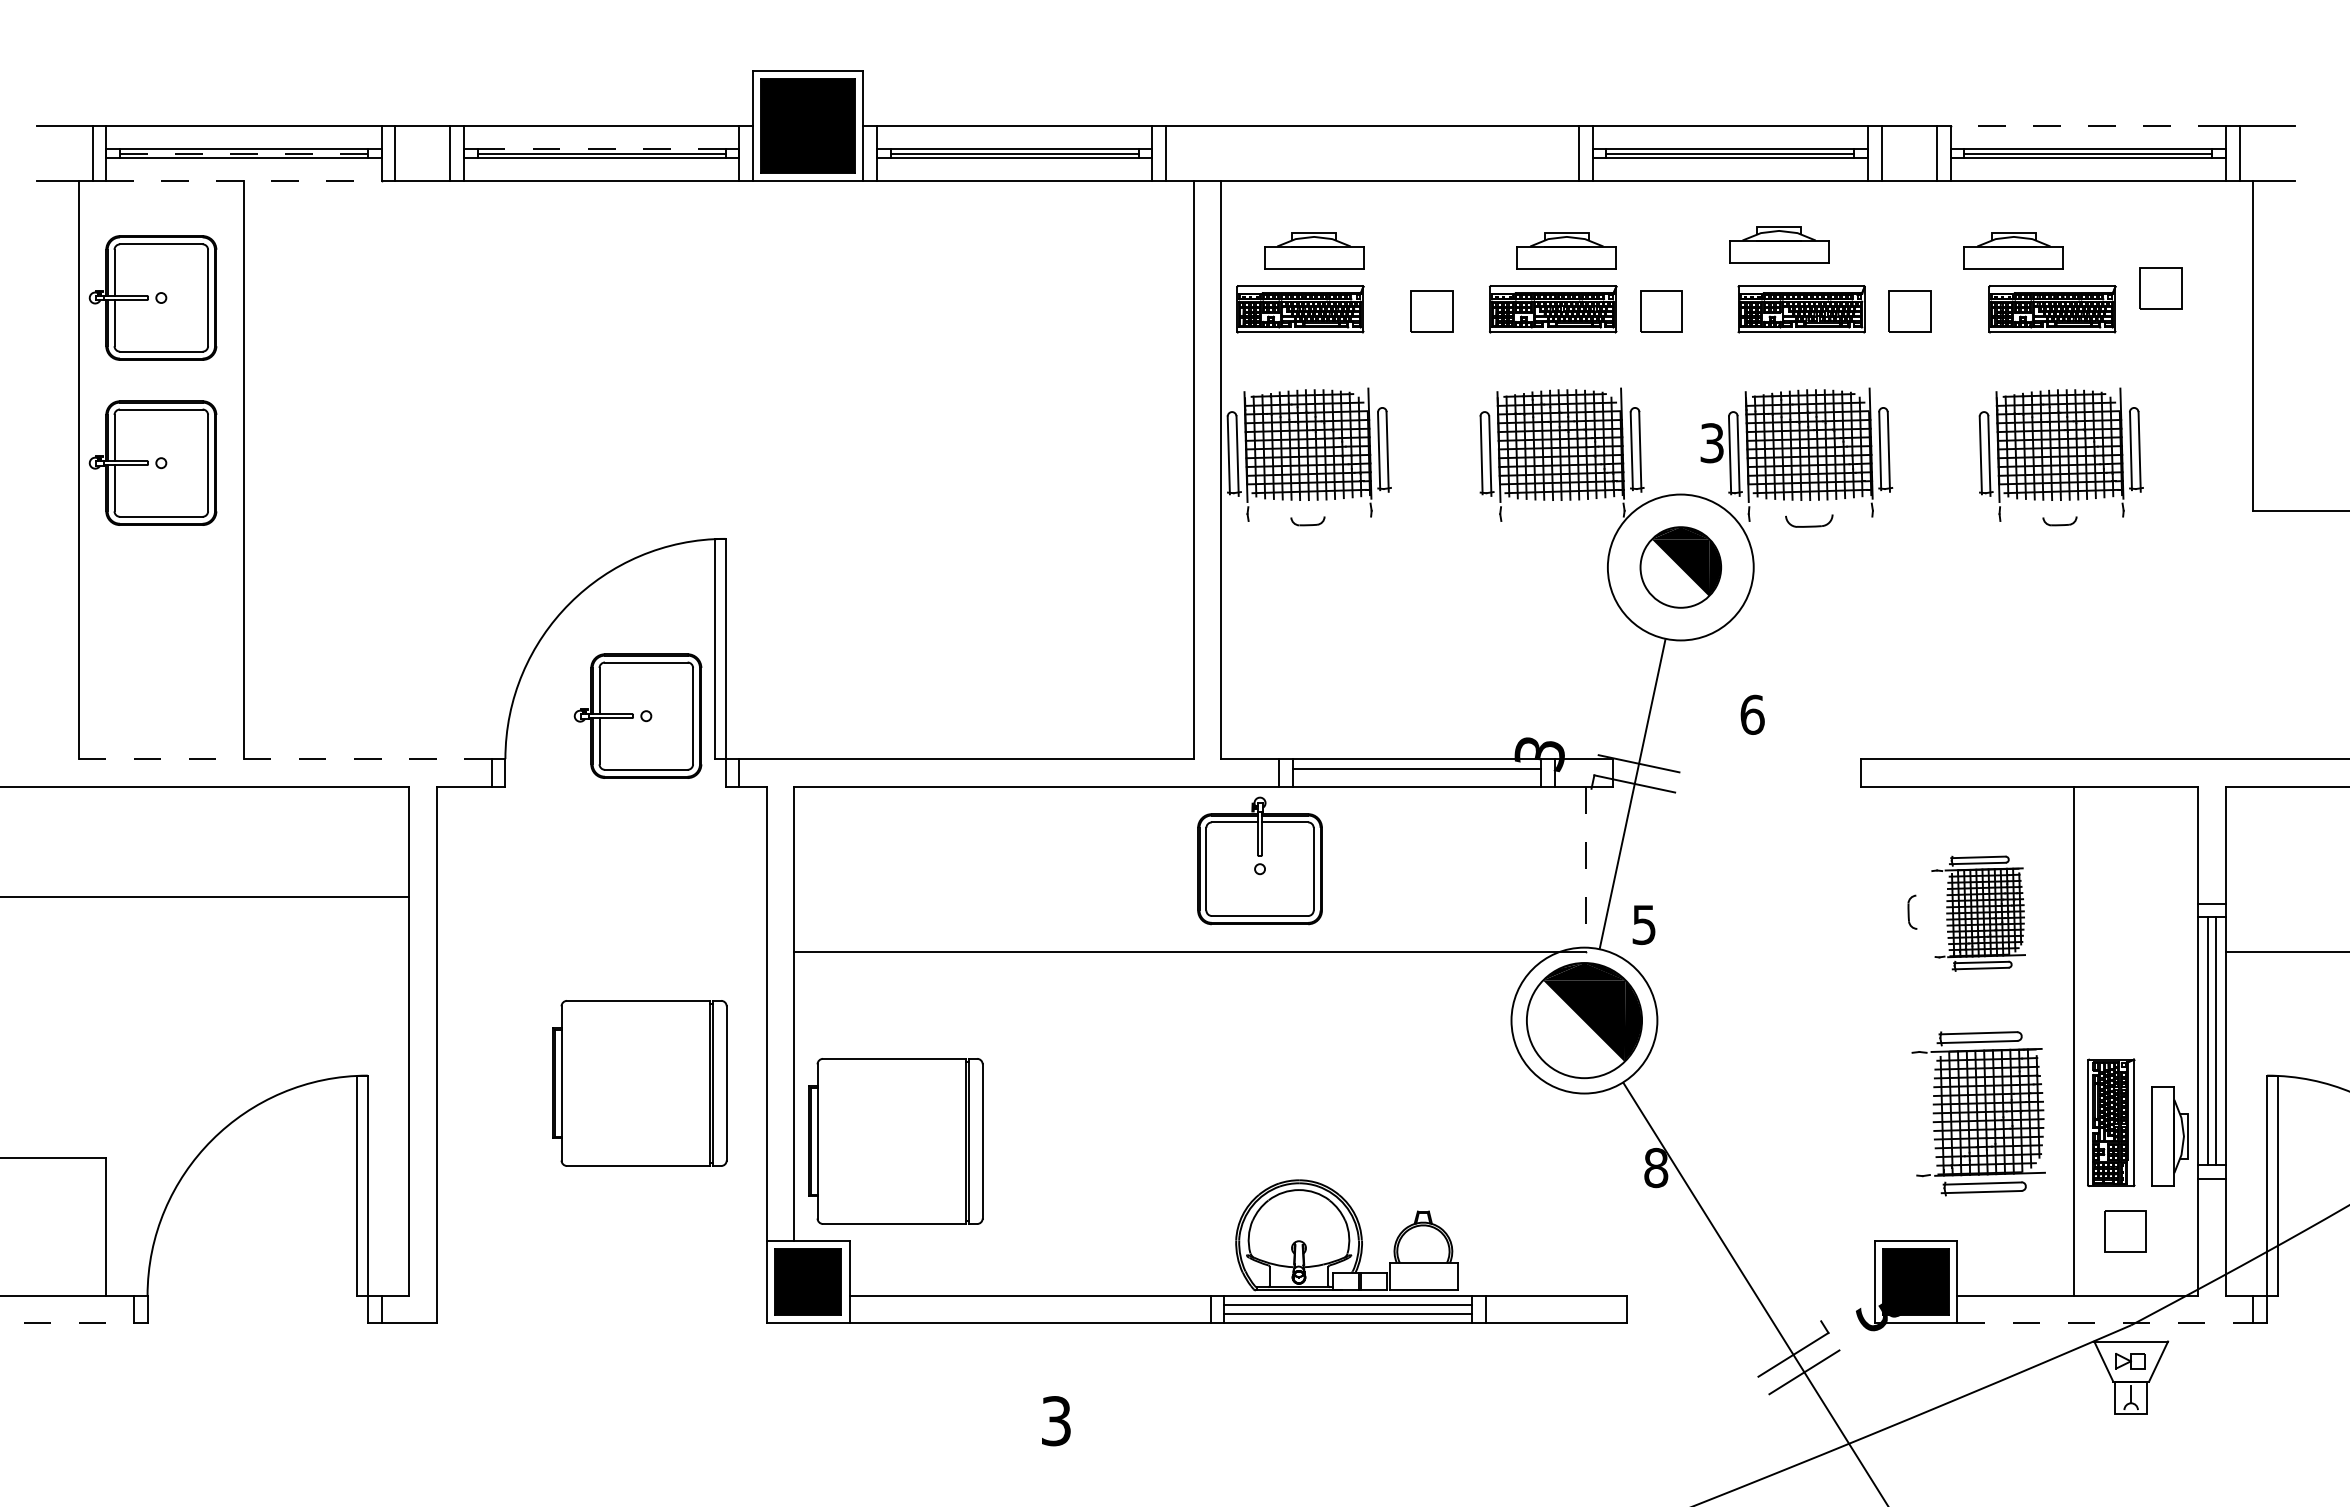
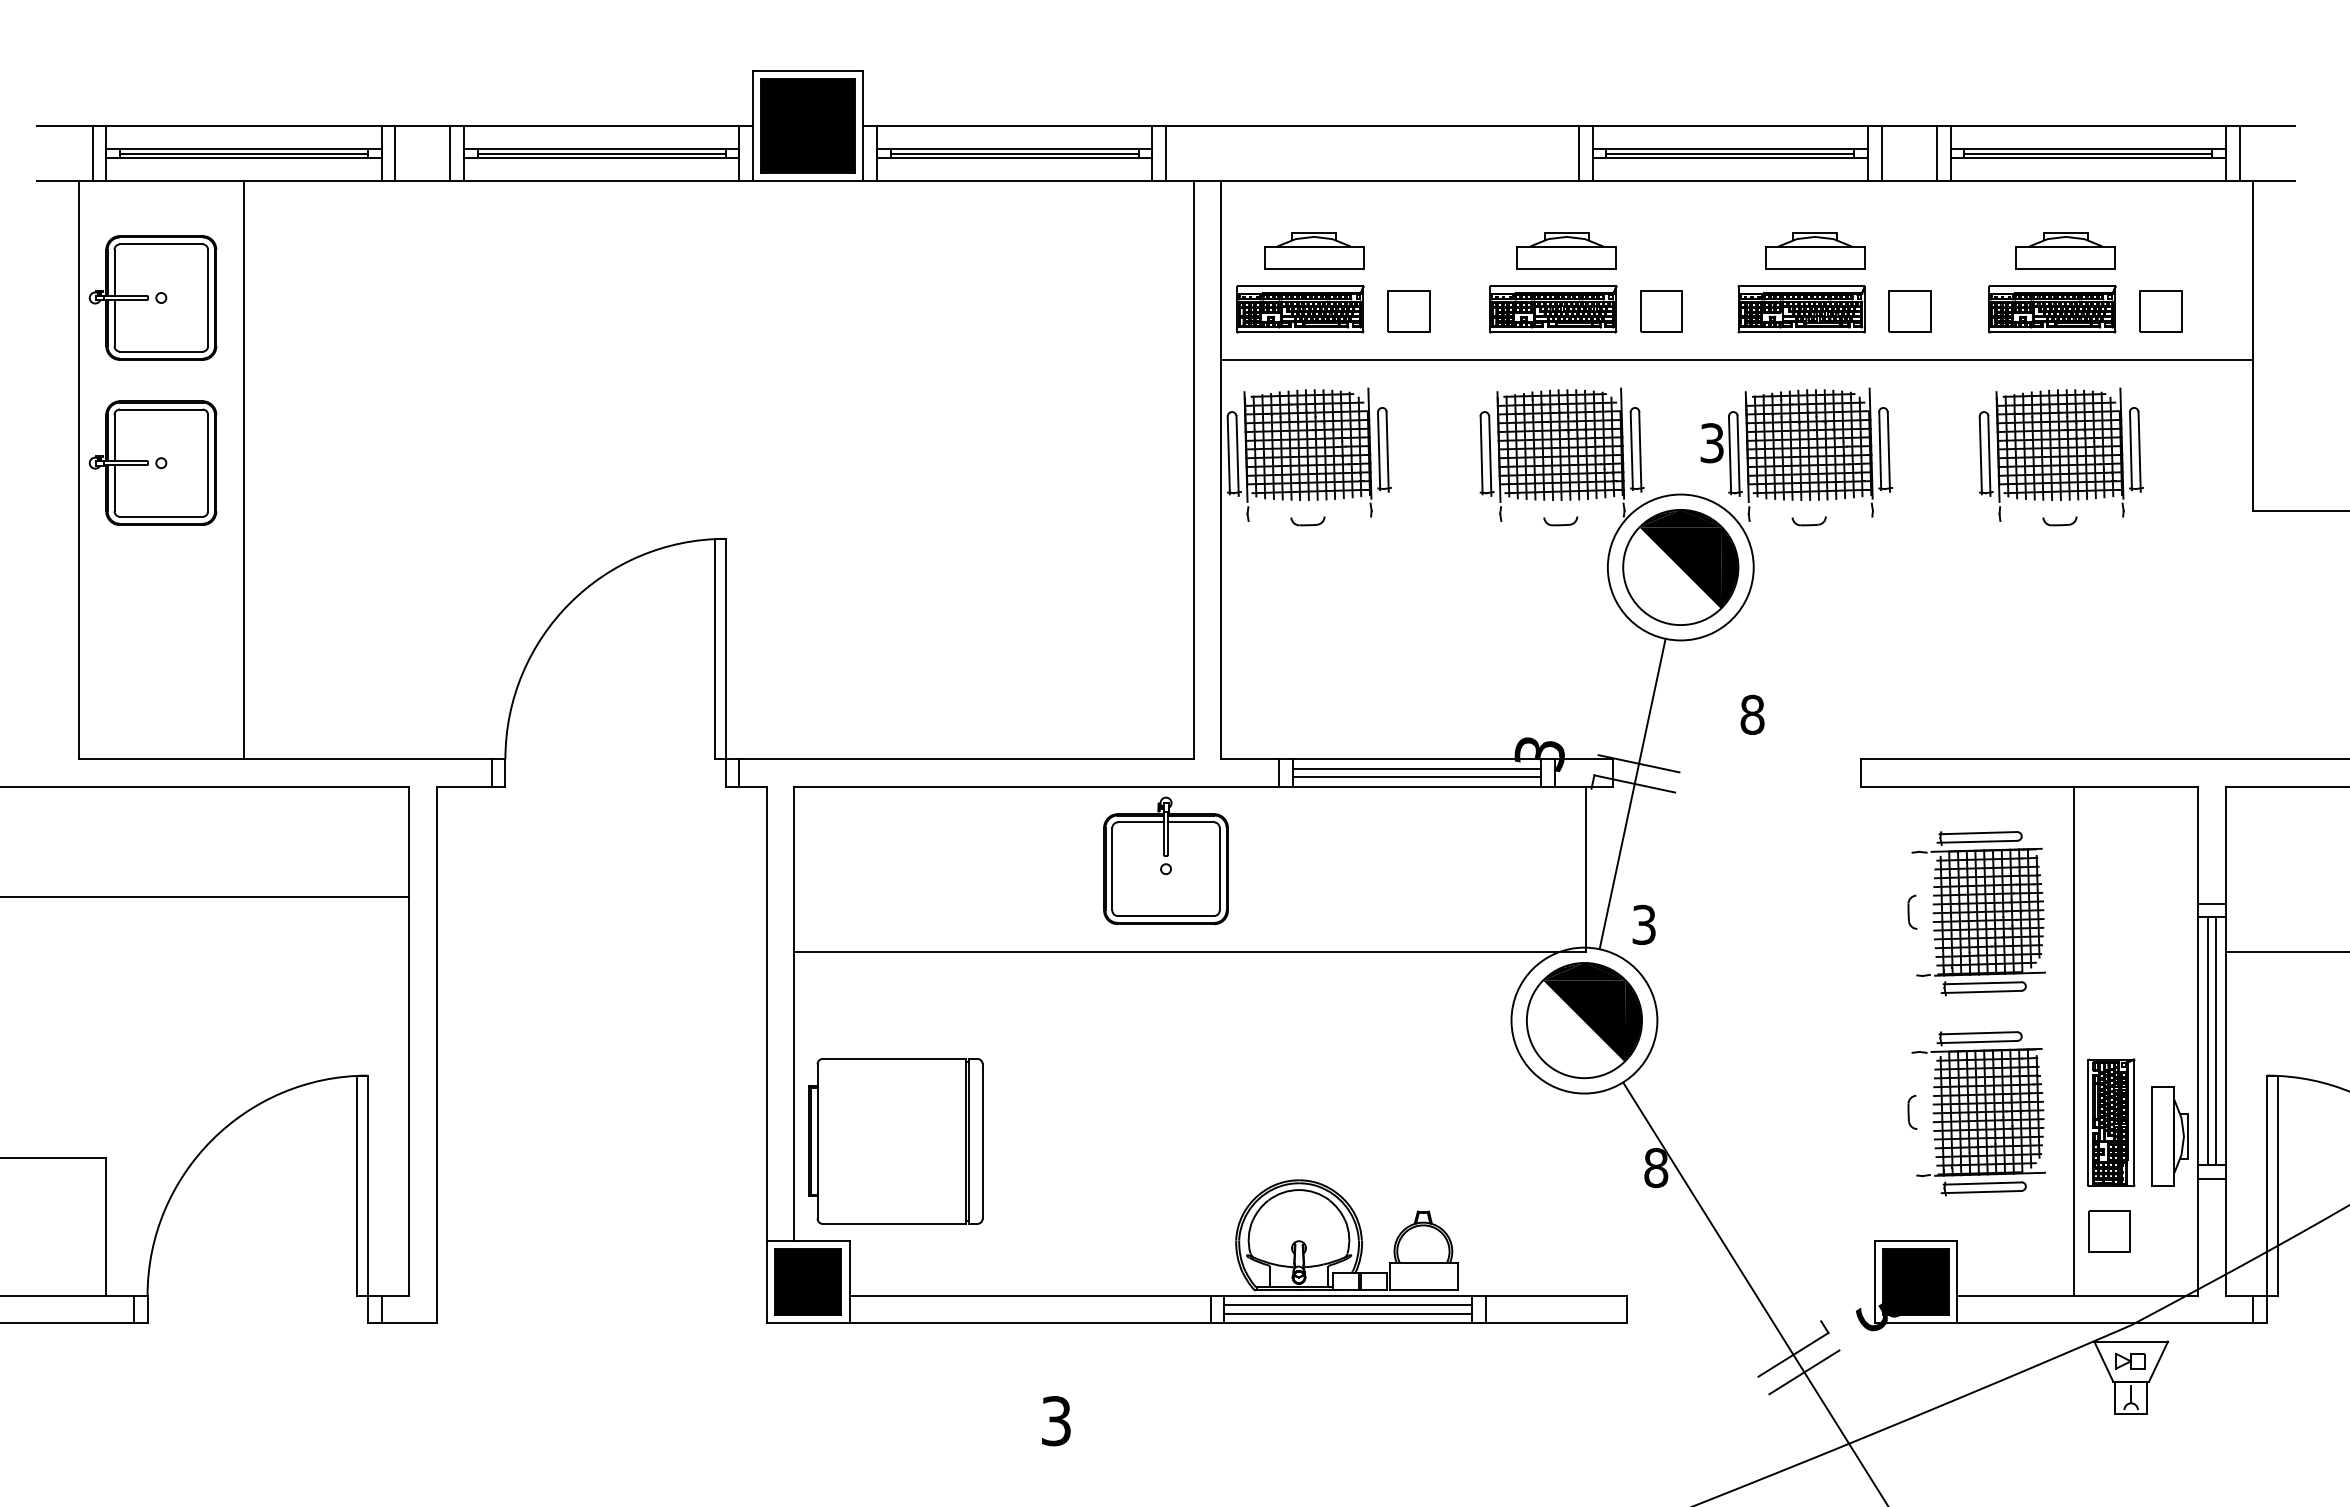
line at (2088, 125): dashed -> solid
line at (601, 149): dashed -> solid
line at (243, 153): dashed -> solid
line at (243, 181): dashed -> solid
part at (1779, 244) position: (1779, 244) -> (1815, 250)
part at (2013, 250) position: (2013, 250) -> (2065, 250)
part at (2160, 288) position: (2160, 288) -> (2160, 311)
part at (1431, 311) position: (1431, 311) -> (1408, 311)
line at (1737, 359): none -> present
part at (1809, 520) size: 49x14 px -> 36x11 px
part at (1560, 521): none -> present
part at (1680, 567) size: 84x83 px -> 118x117 px
text at (1752, 714): 6 -> 8
part at (637, 715): present -> none
line at (285, 759): dashed -> solid
line at (1416, 776): none -> present
part at (1259, 860) position: (1259, 860) -> (1165, 860)
line at (1585, 869): dashed -> solid
part at (1978, 913) size: 95x117 px -> 135x166 px
text at (1644, 924): 5 -> 3
part at (639, 1083): present -> none
part at (1912, 1111): none -> present
part at (2125, 1231) position: (2125, 1231) -> (2109, 1231)
line at (66, 1323): dashed -> solid
line at (2105, 1323): dashed -> solid
